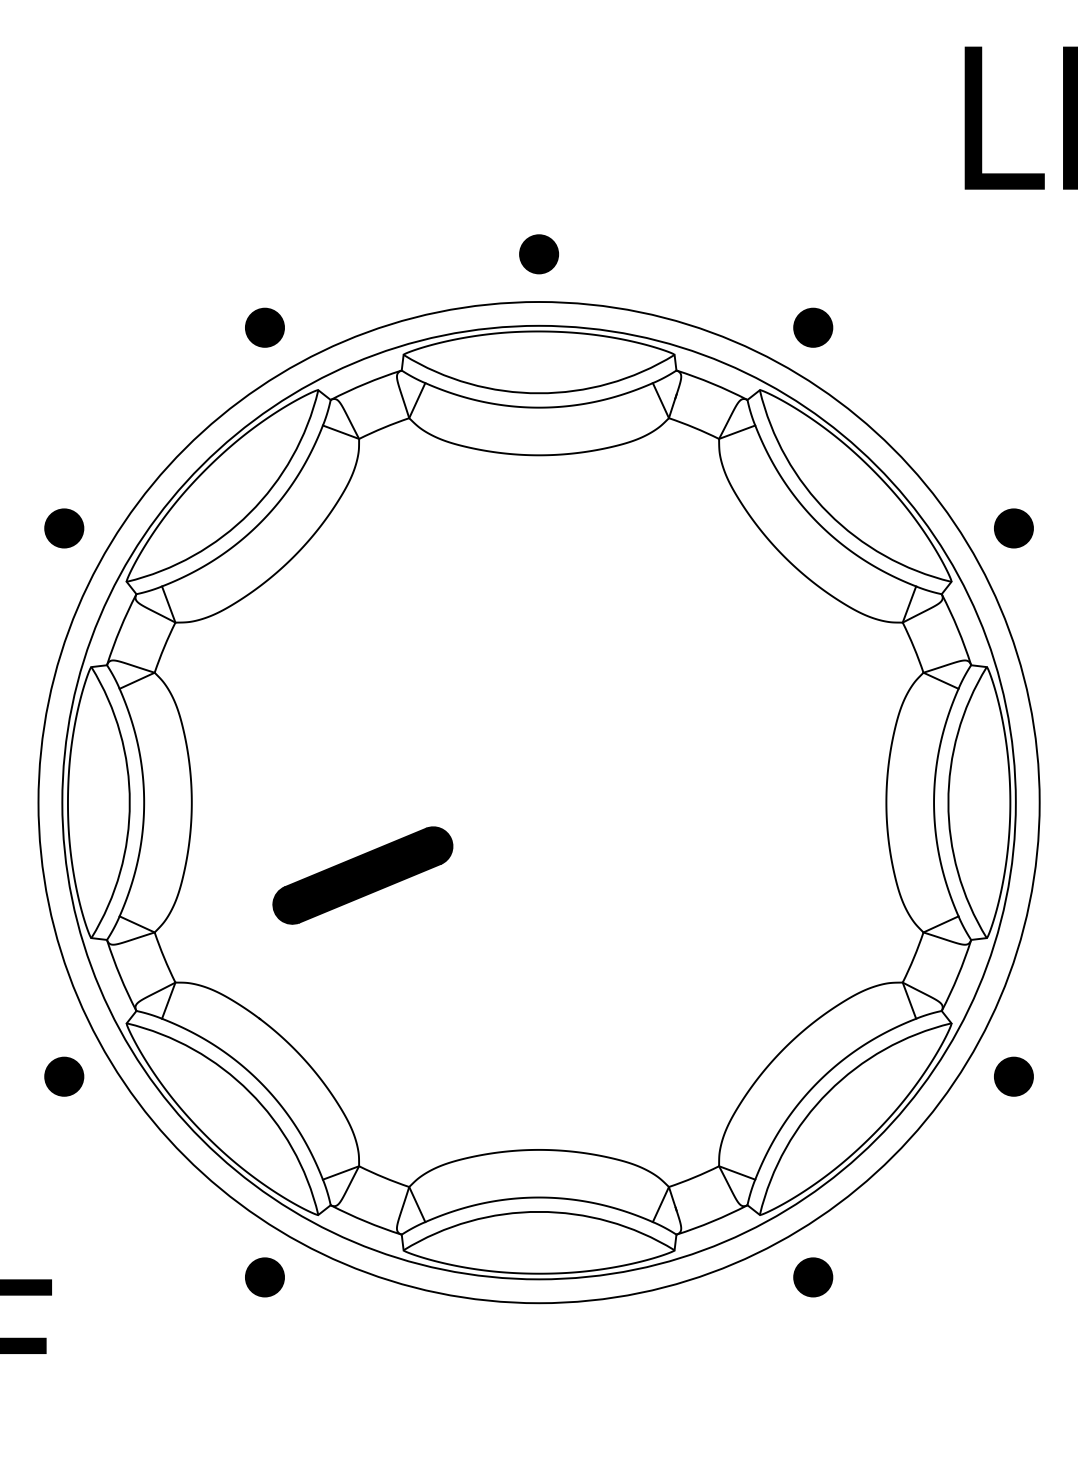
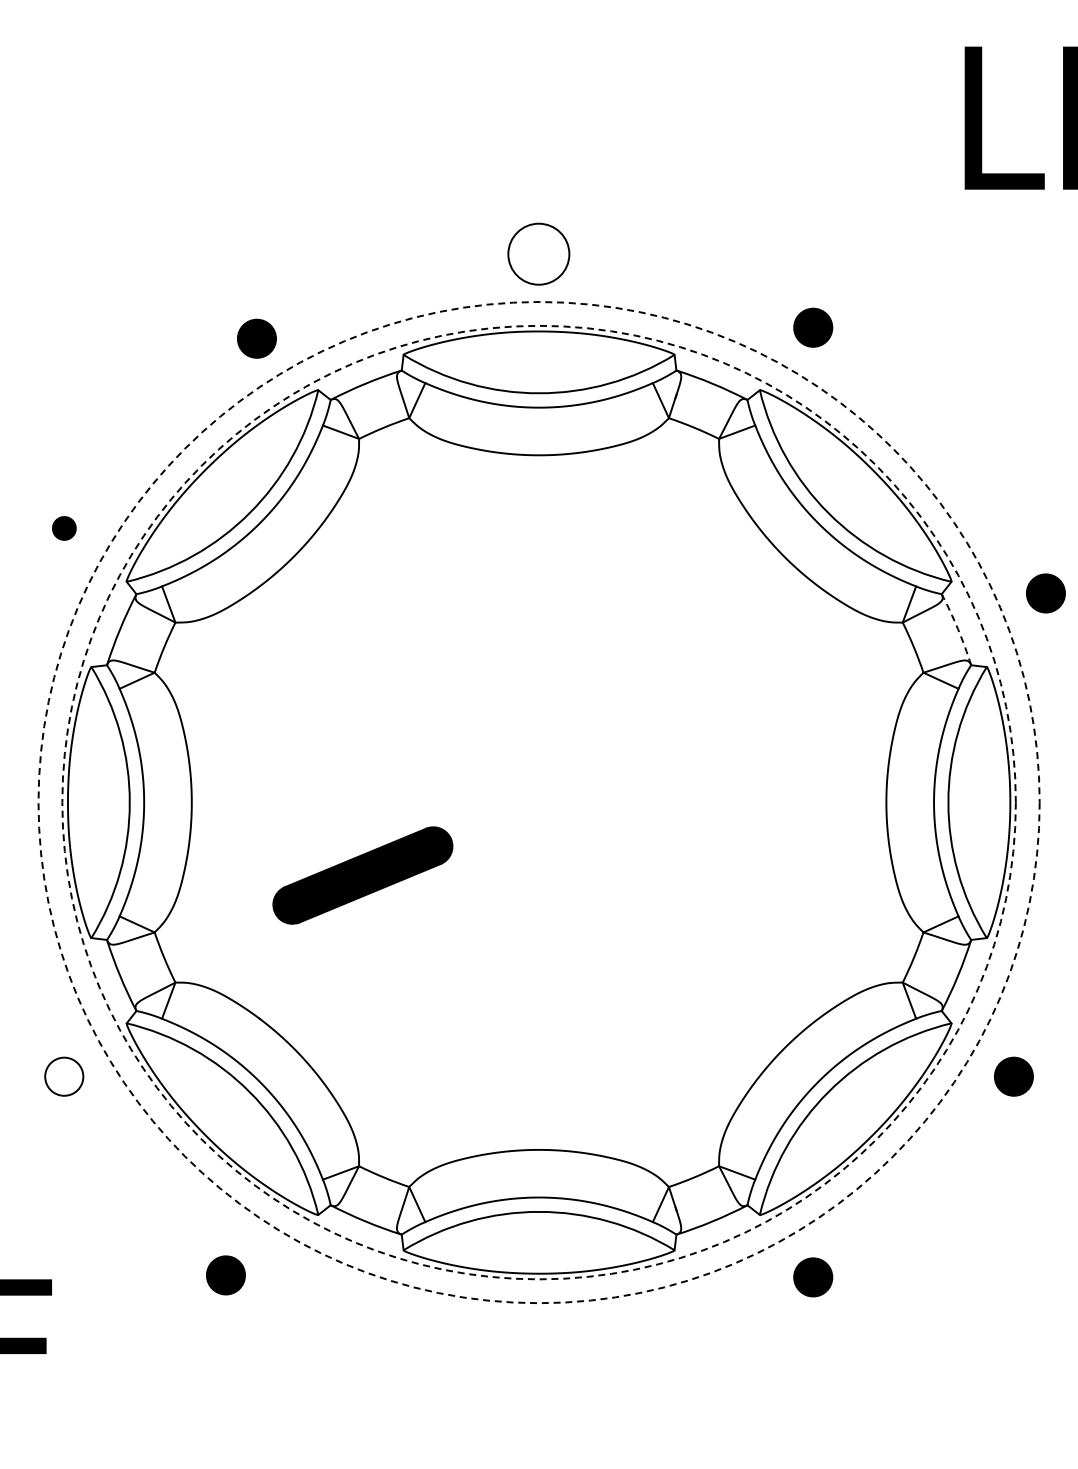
part at (539, 254) size: 41x41 px -> 64x64 px
part at (264, 327) position: (264, 327) -> (256, 338)
part at (64, 528) size: 41x41 px -> 25x25 px
part at (1013, 528) position: (1013, 528) -> (1045, 593)
arc at (957, 629): solid -> dashed
circle at (538, 802): solid -> dashed
circle at (538, 802): solid -> dashed
fill at (64, 1076): present -> none
part at (264, 1277) position: (264, 1277) -> (225, 1275)
